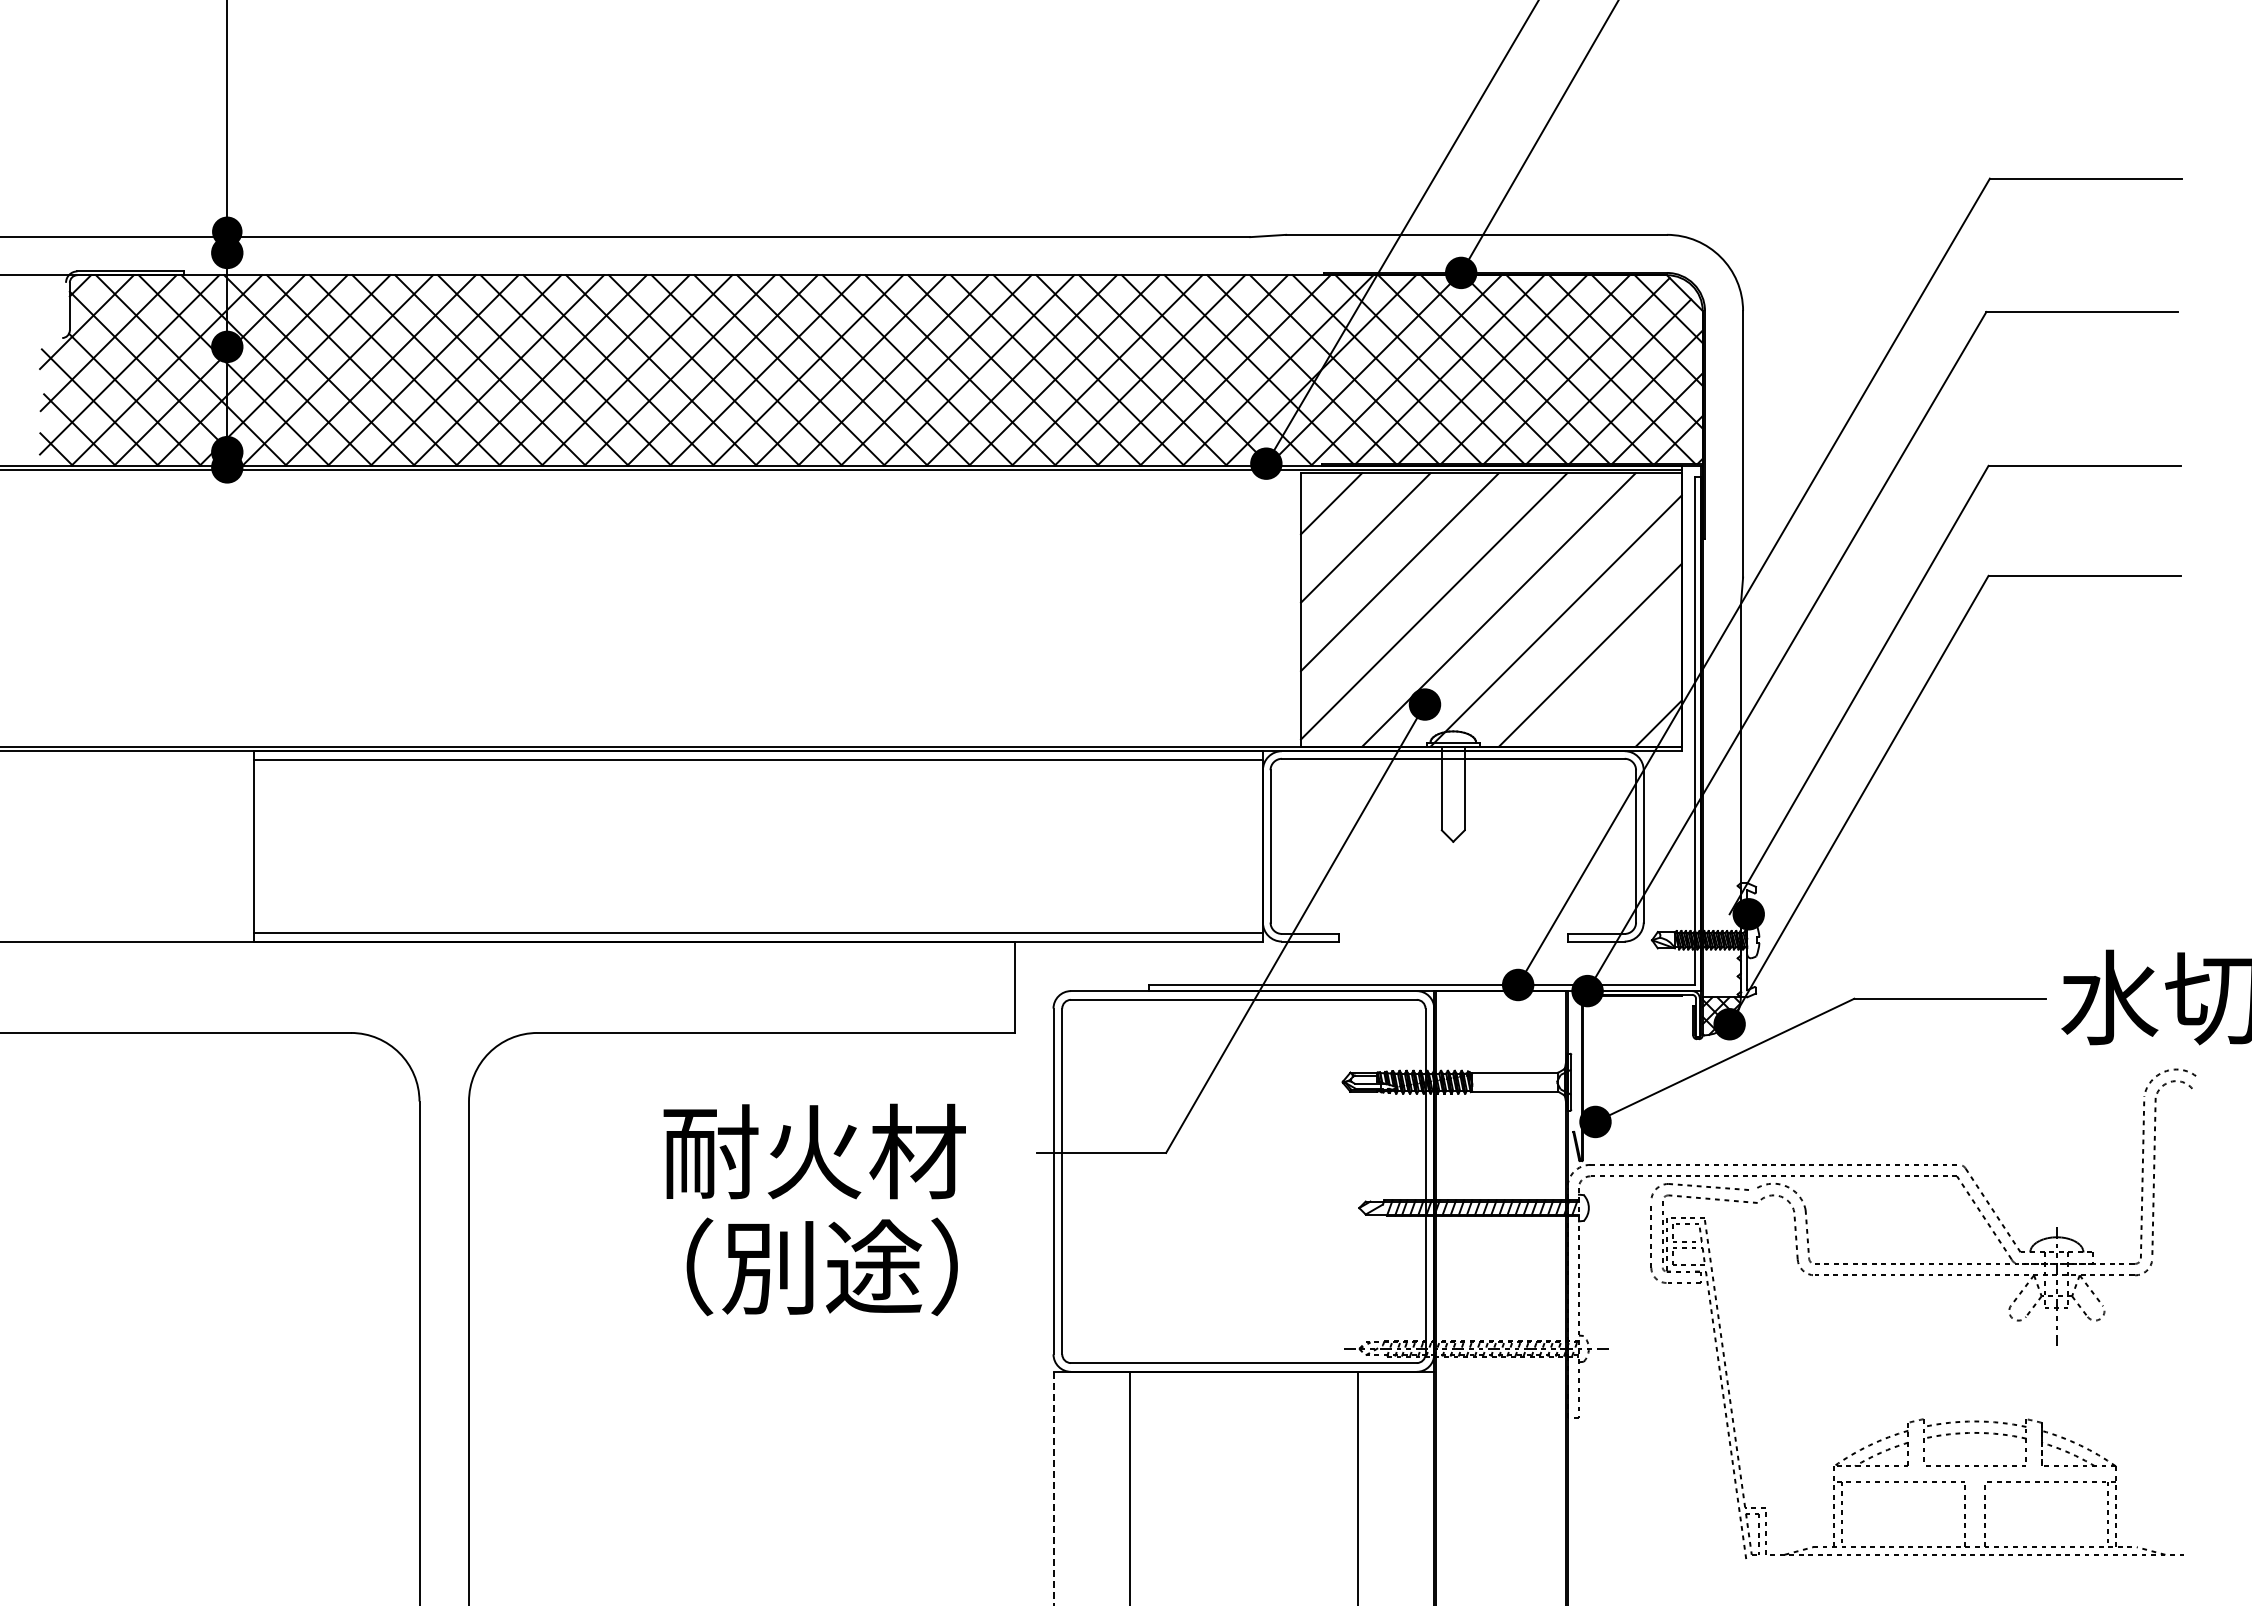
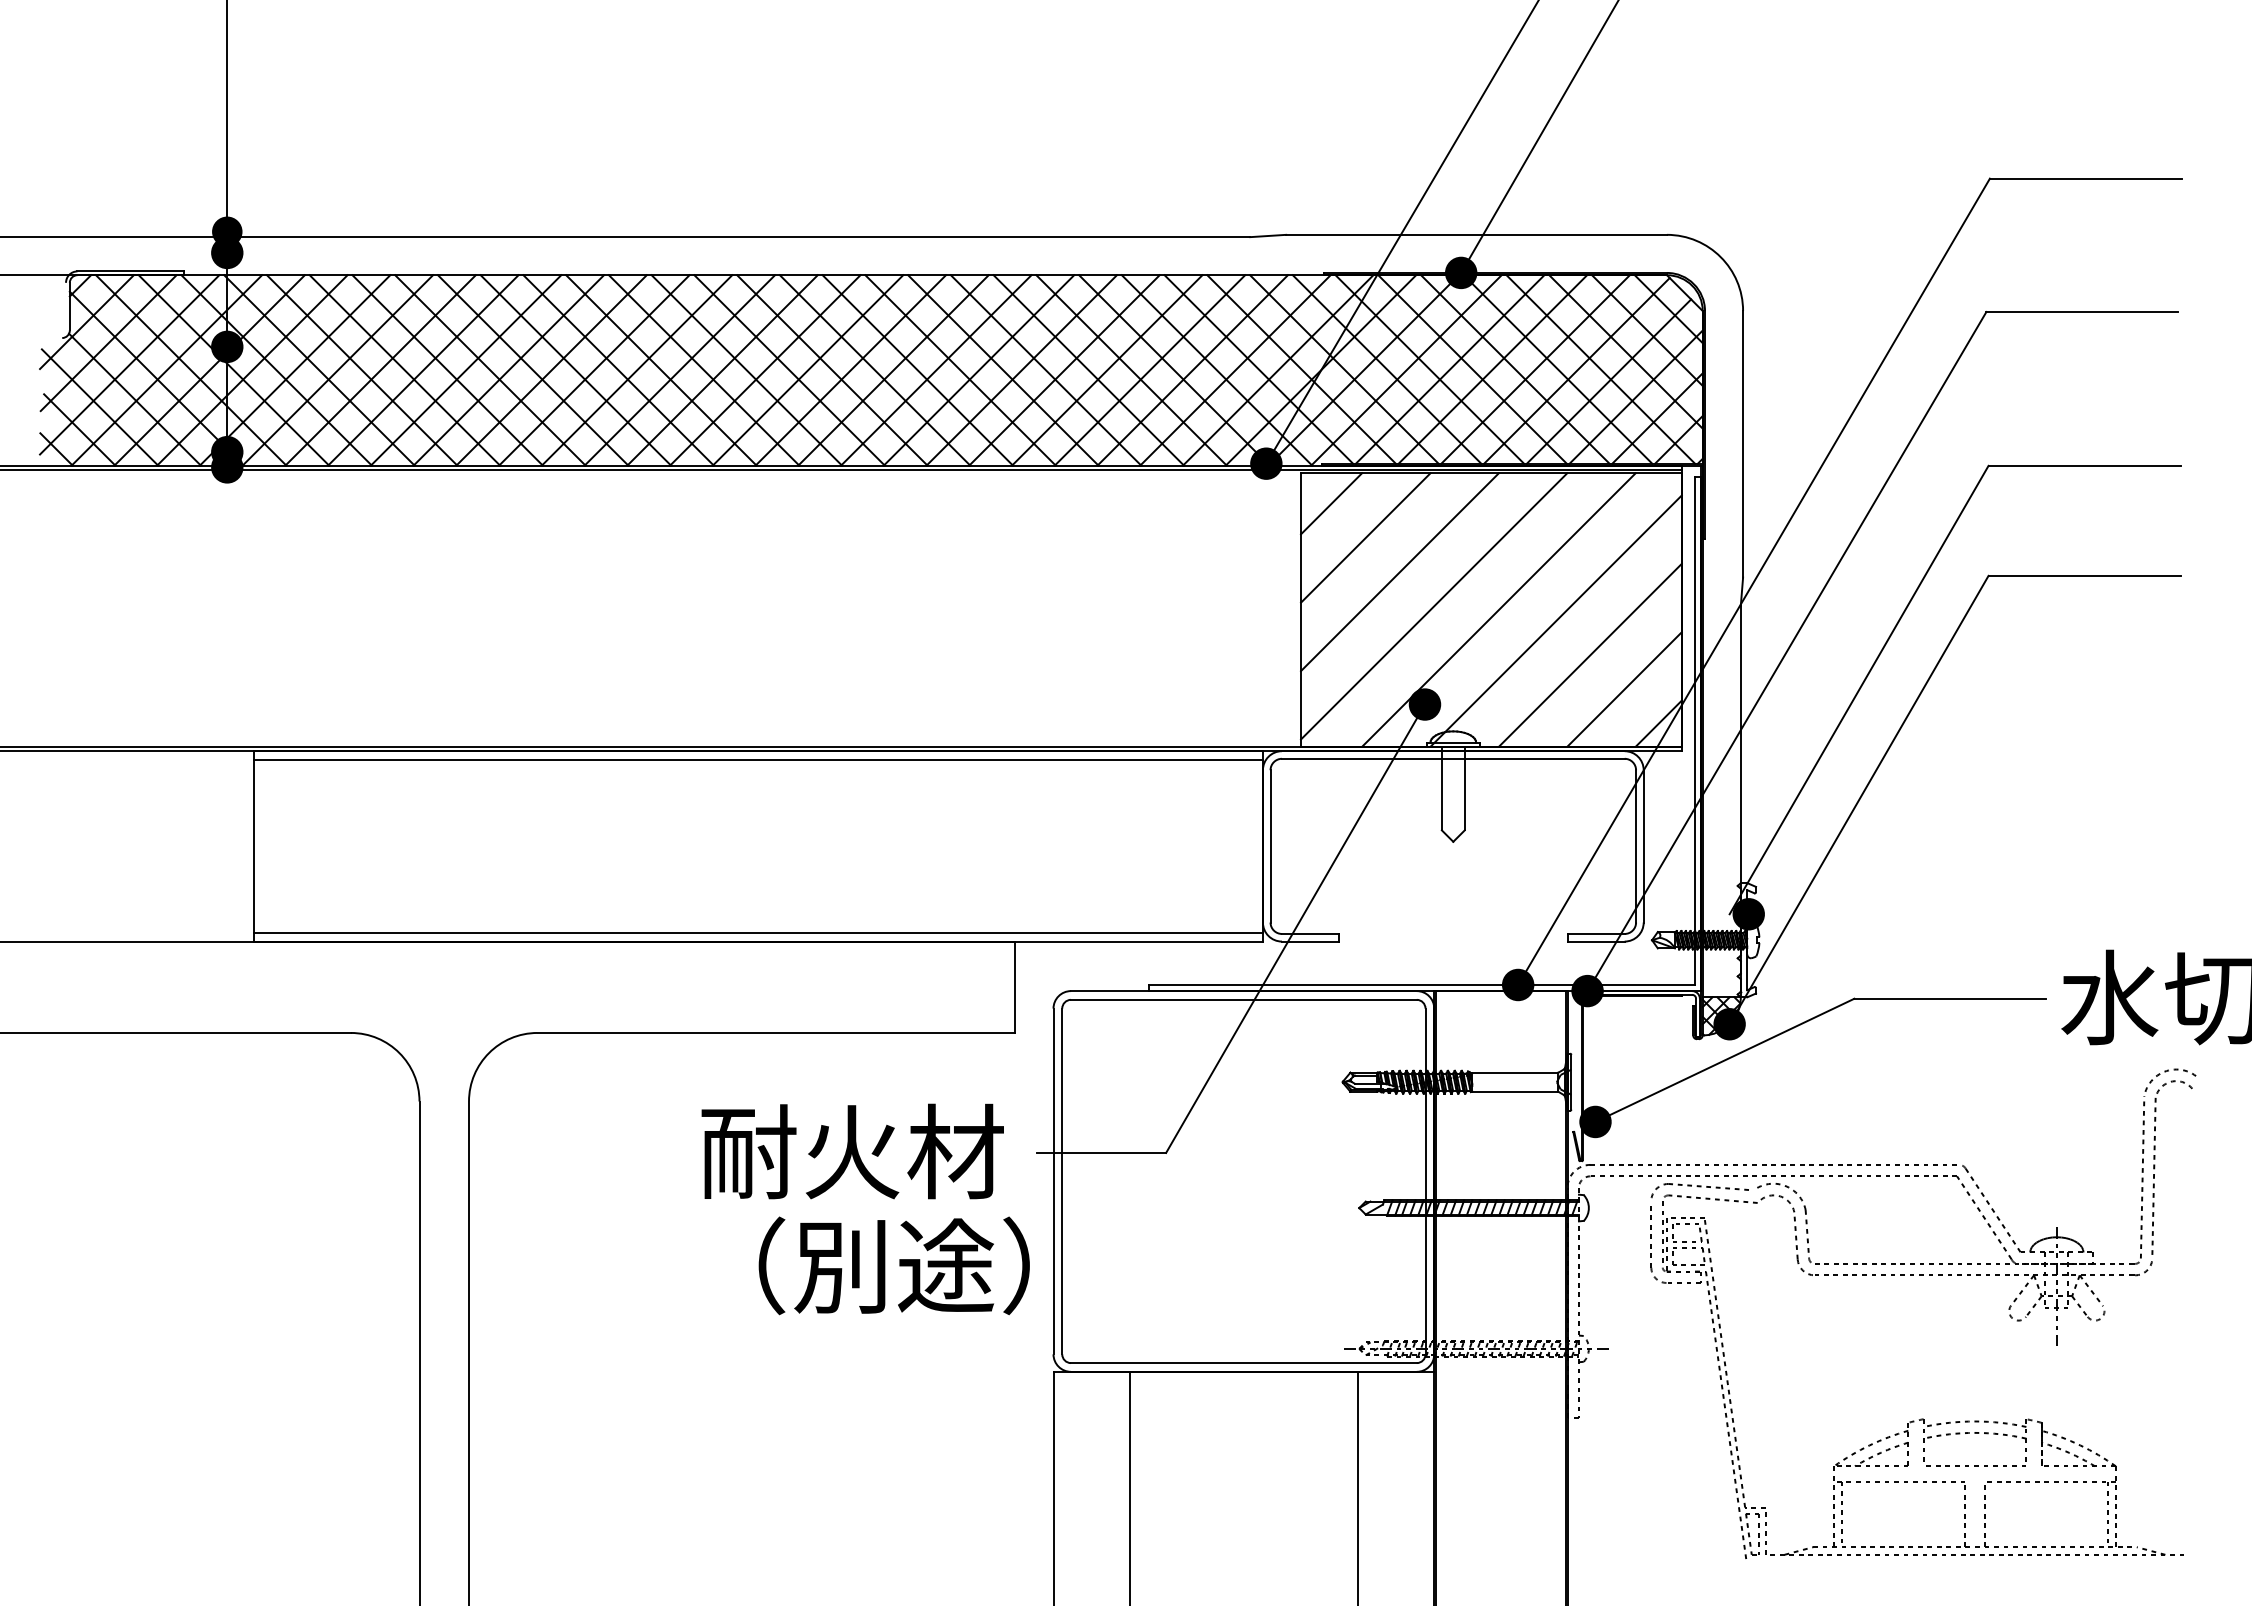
line at (1624, 689): none -> present
text at (814, 1151) position: (814, 1151) -> (852, 1151)
text at (821, 1266) position: (821, 1266) -> (893, 1265)
line at (1053, 1488): dashed -> solid
